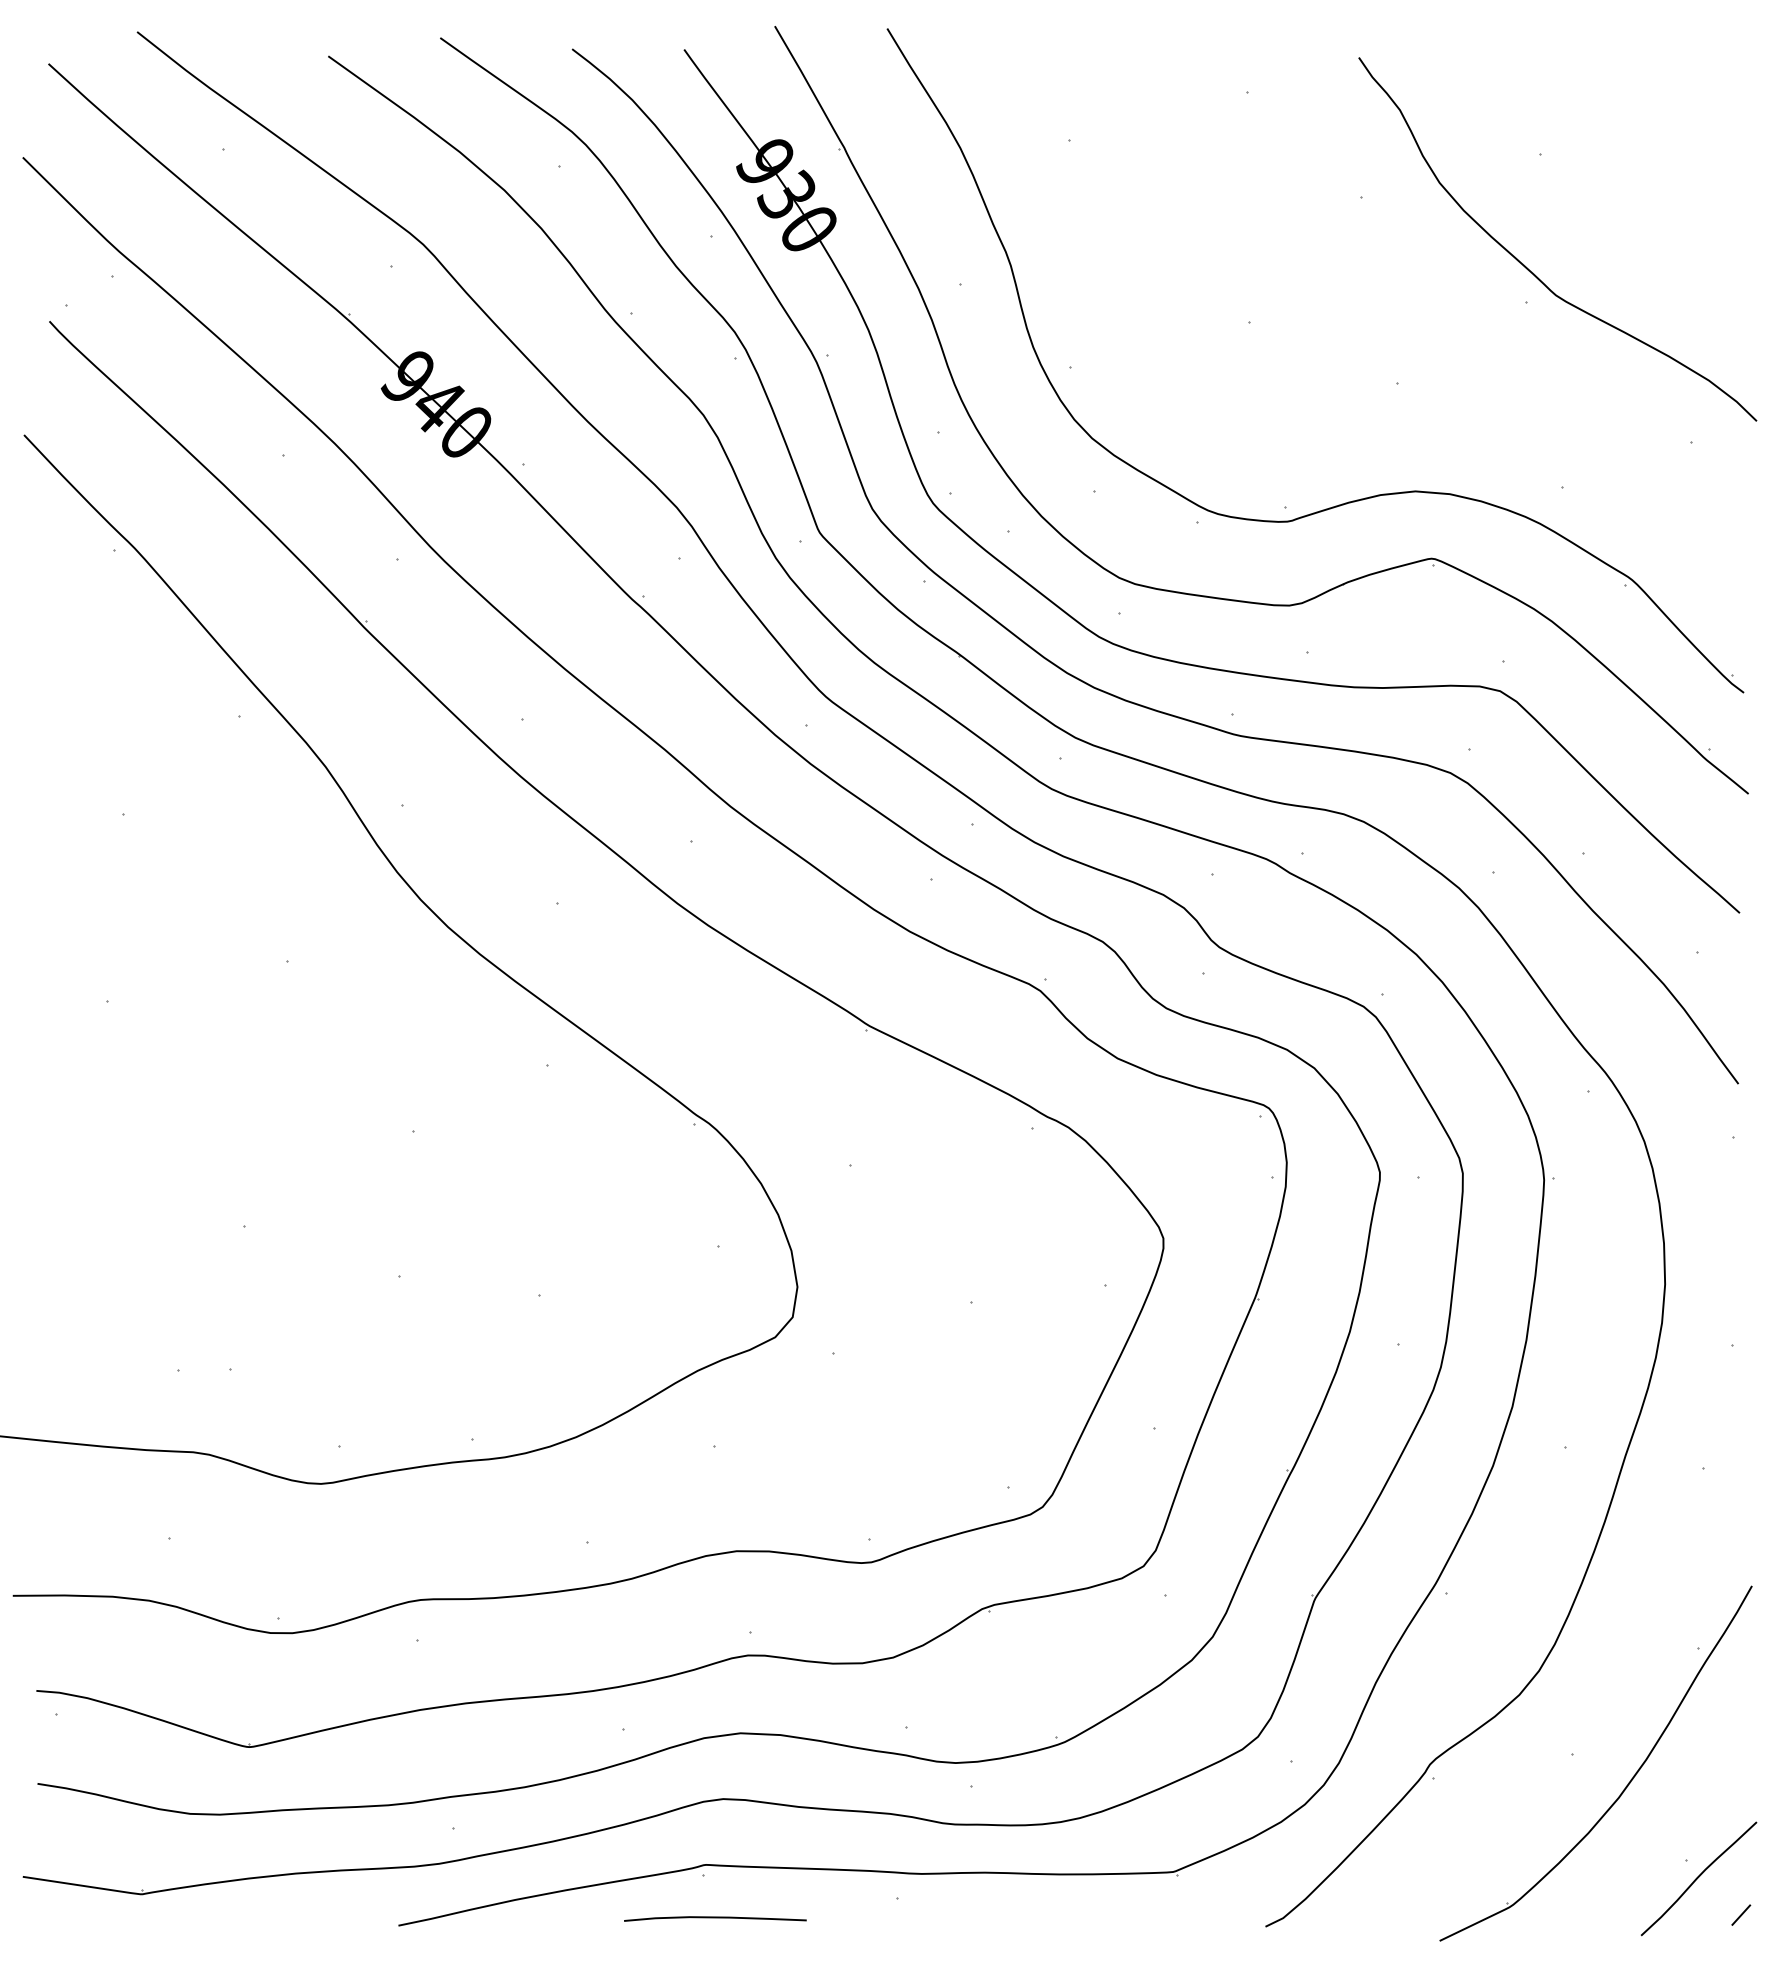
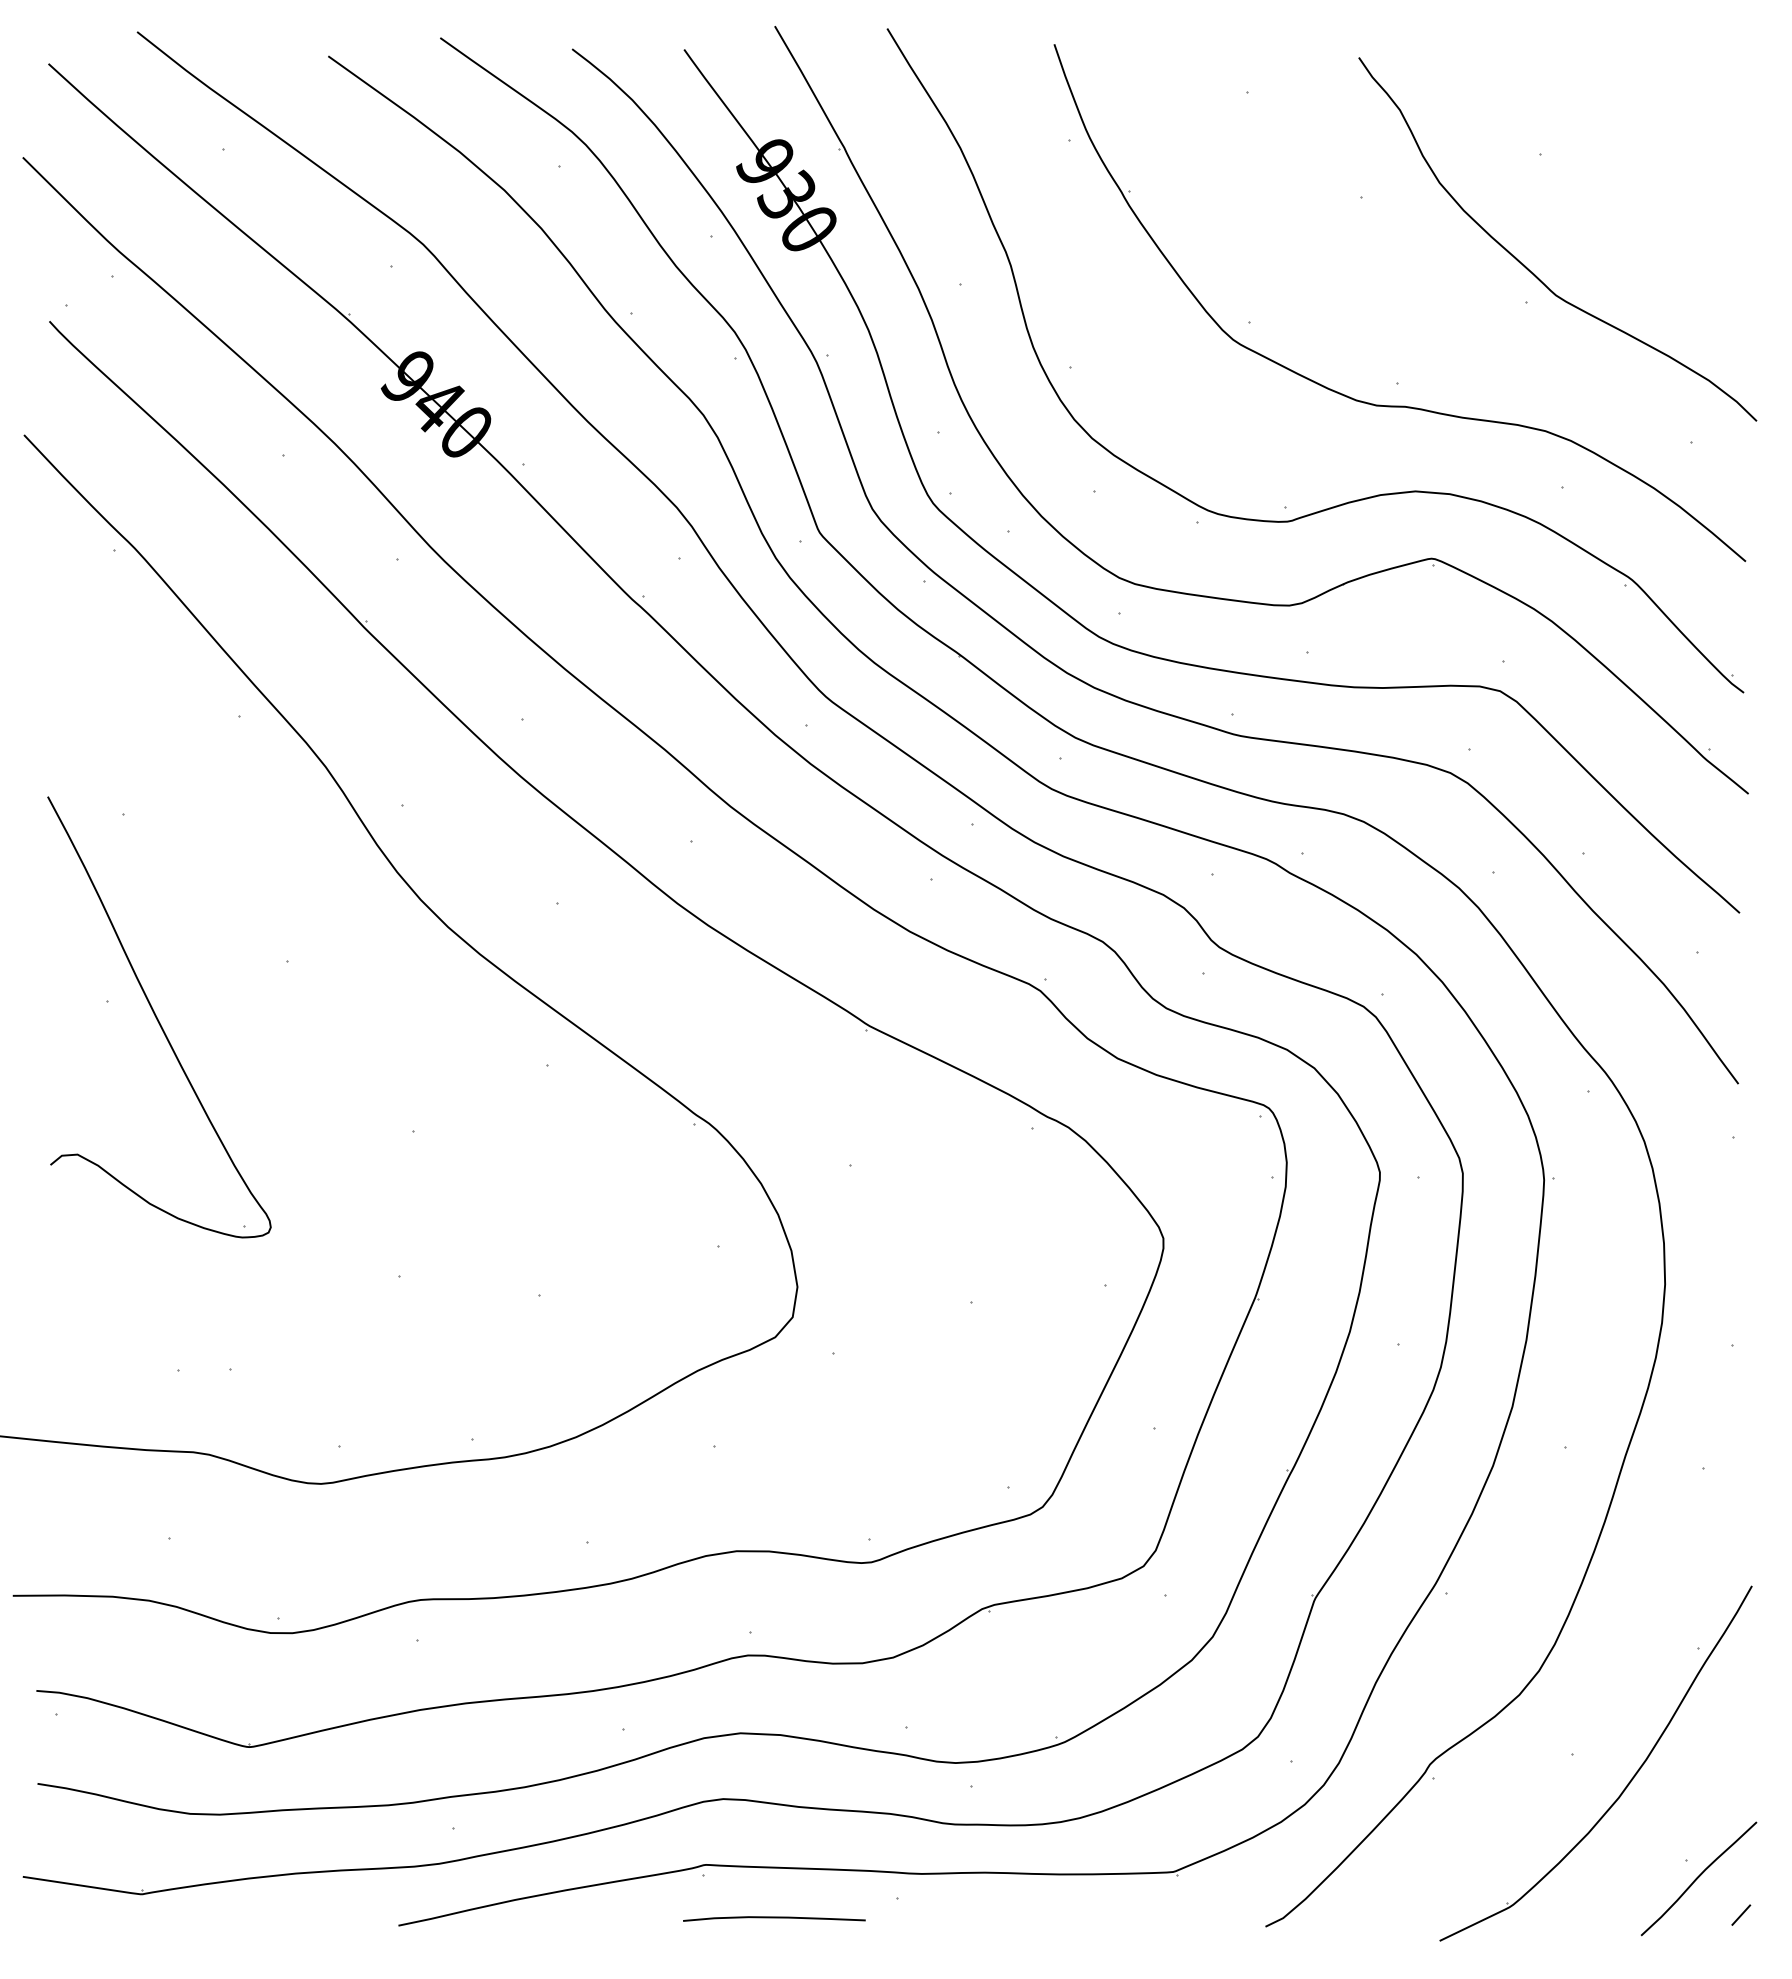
part at (1399, 405): none -> present
curve at (157, 1017): none -> present
curve at (715, 1918) position: (715, 1918) -> (774, 1918)
